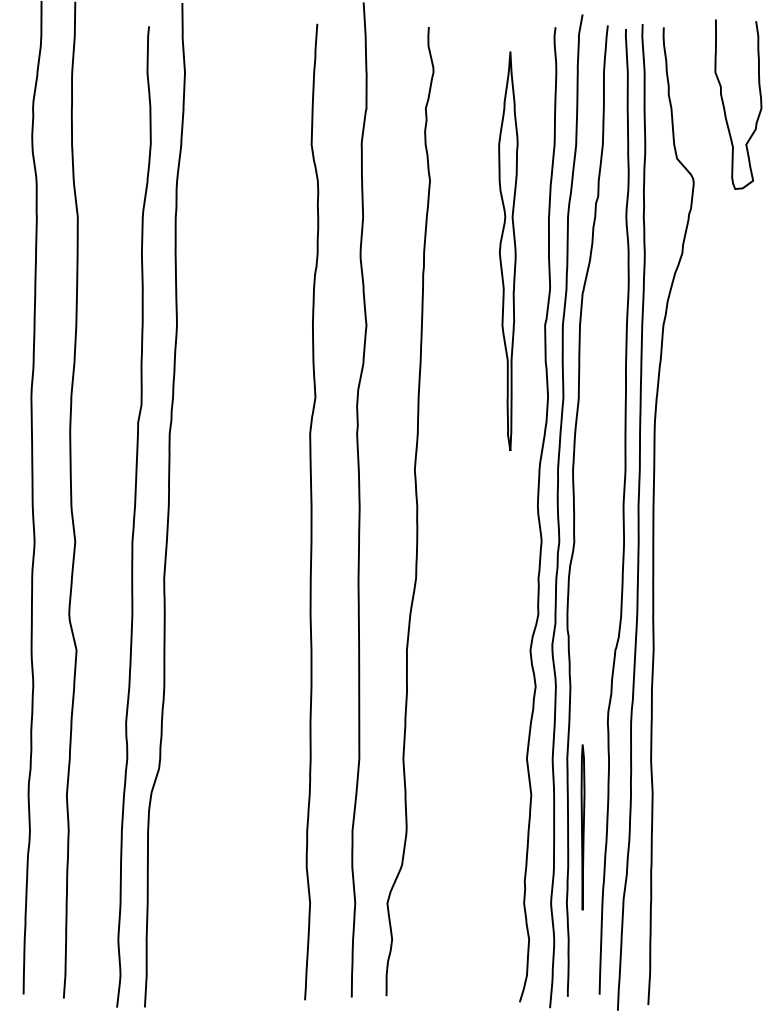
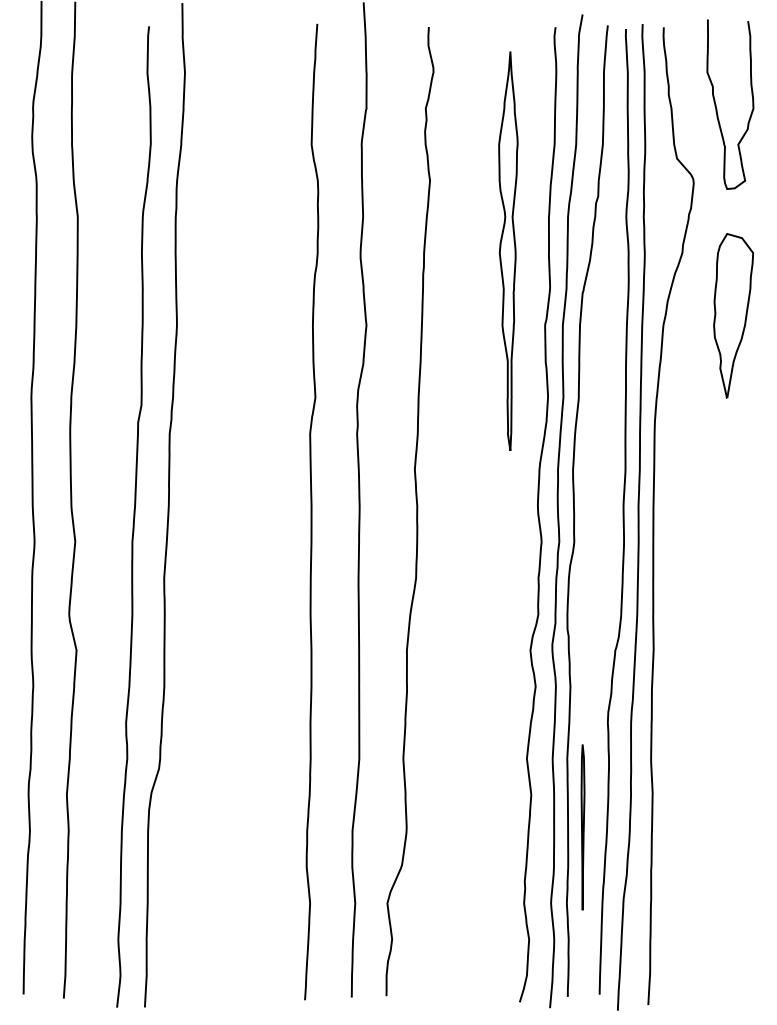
curve at (725, 108) position: (725, 108) -> (717, 108)
part at (733, 315): none -> present
